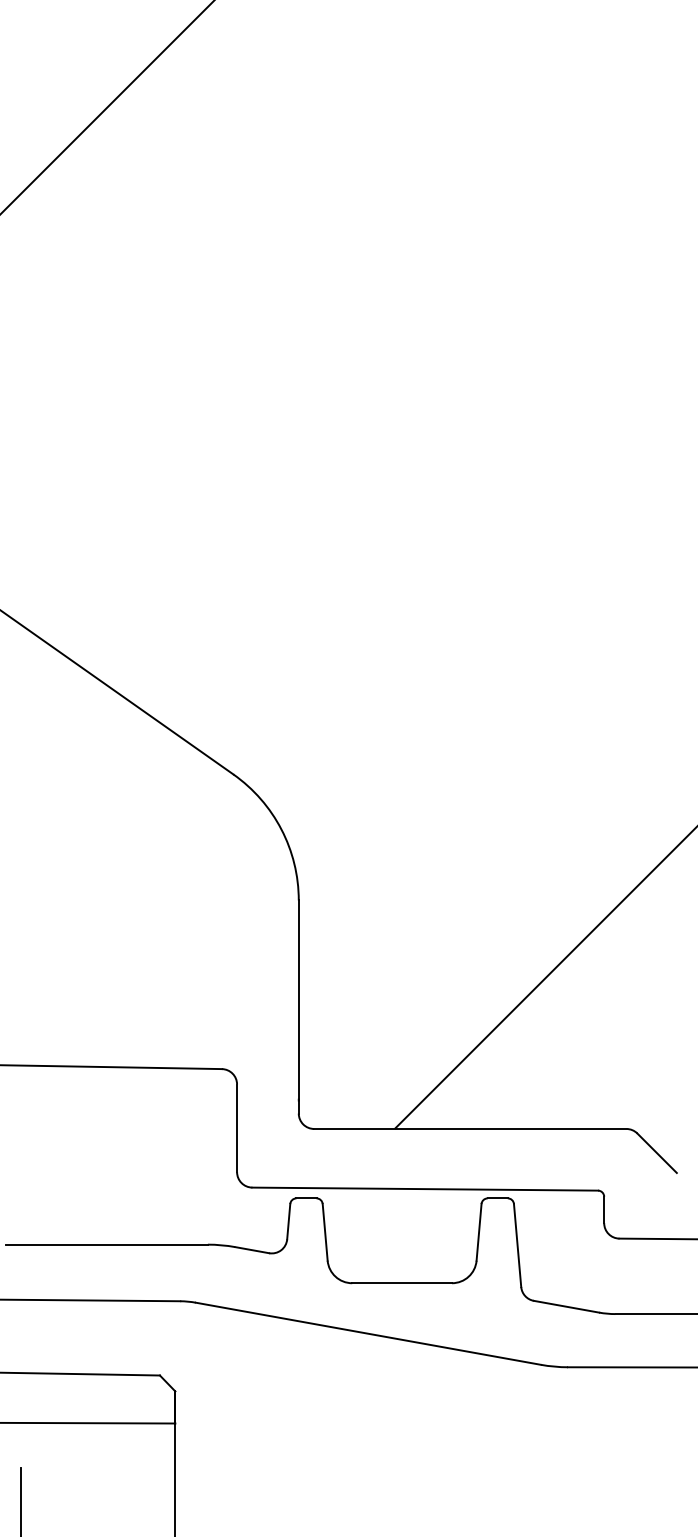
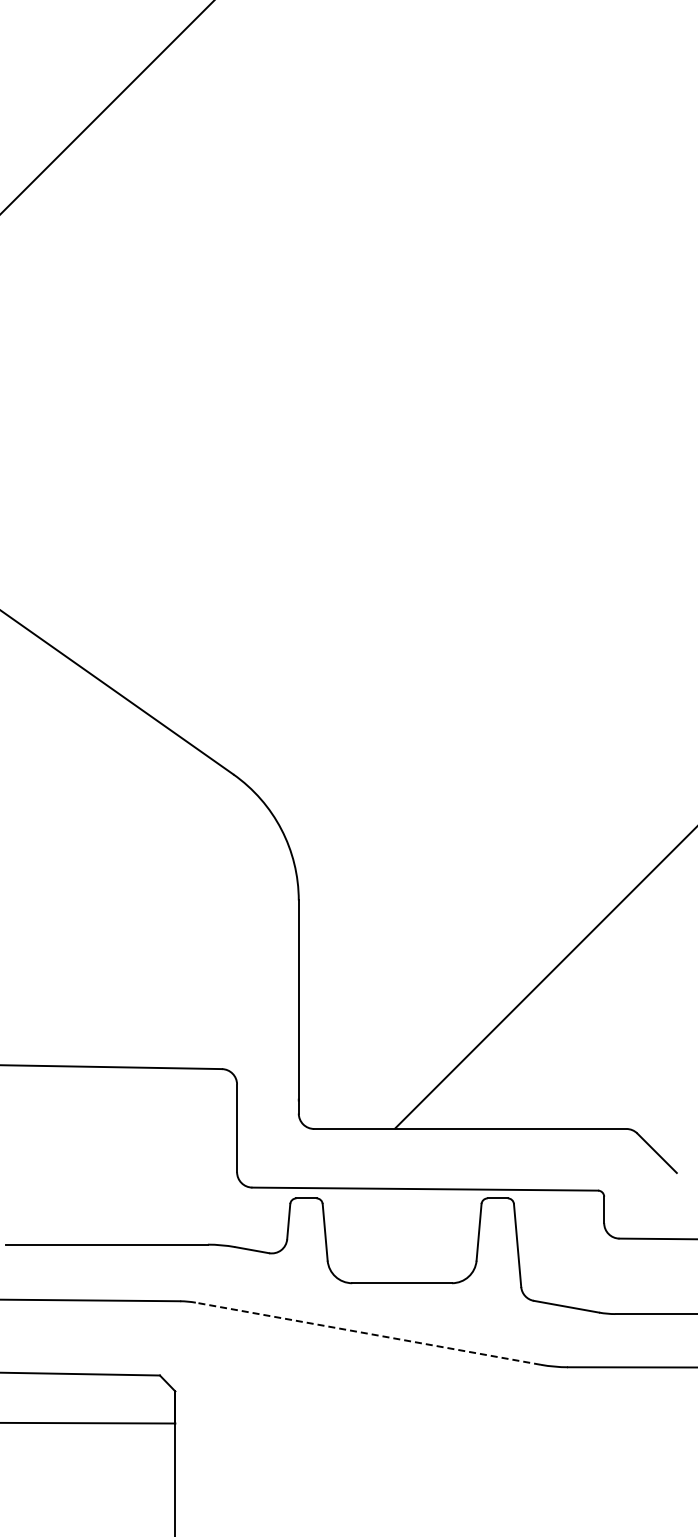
line at (367, 1333): solid -> dashed
line at (21, 1500): present -> none
